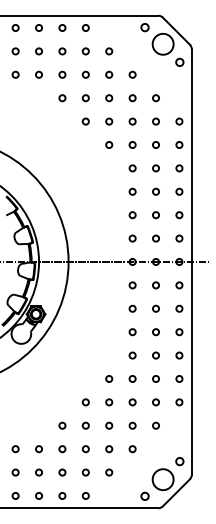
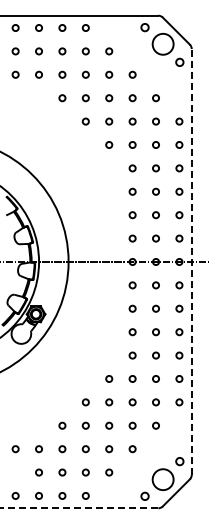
line at (191, 262): solid -> dashed
circle at (15, 472): present -> none
line at (79, 508): solid -> dashed
